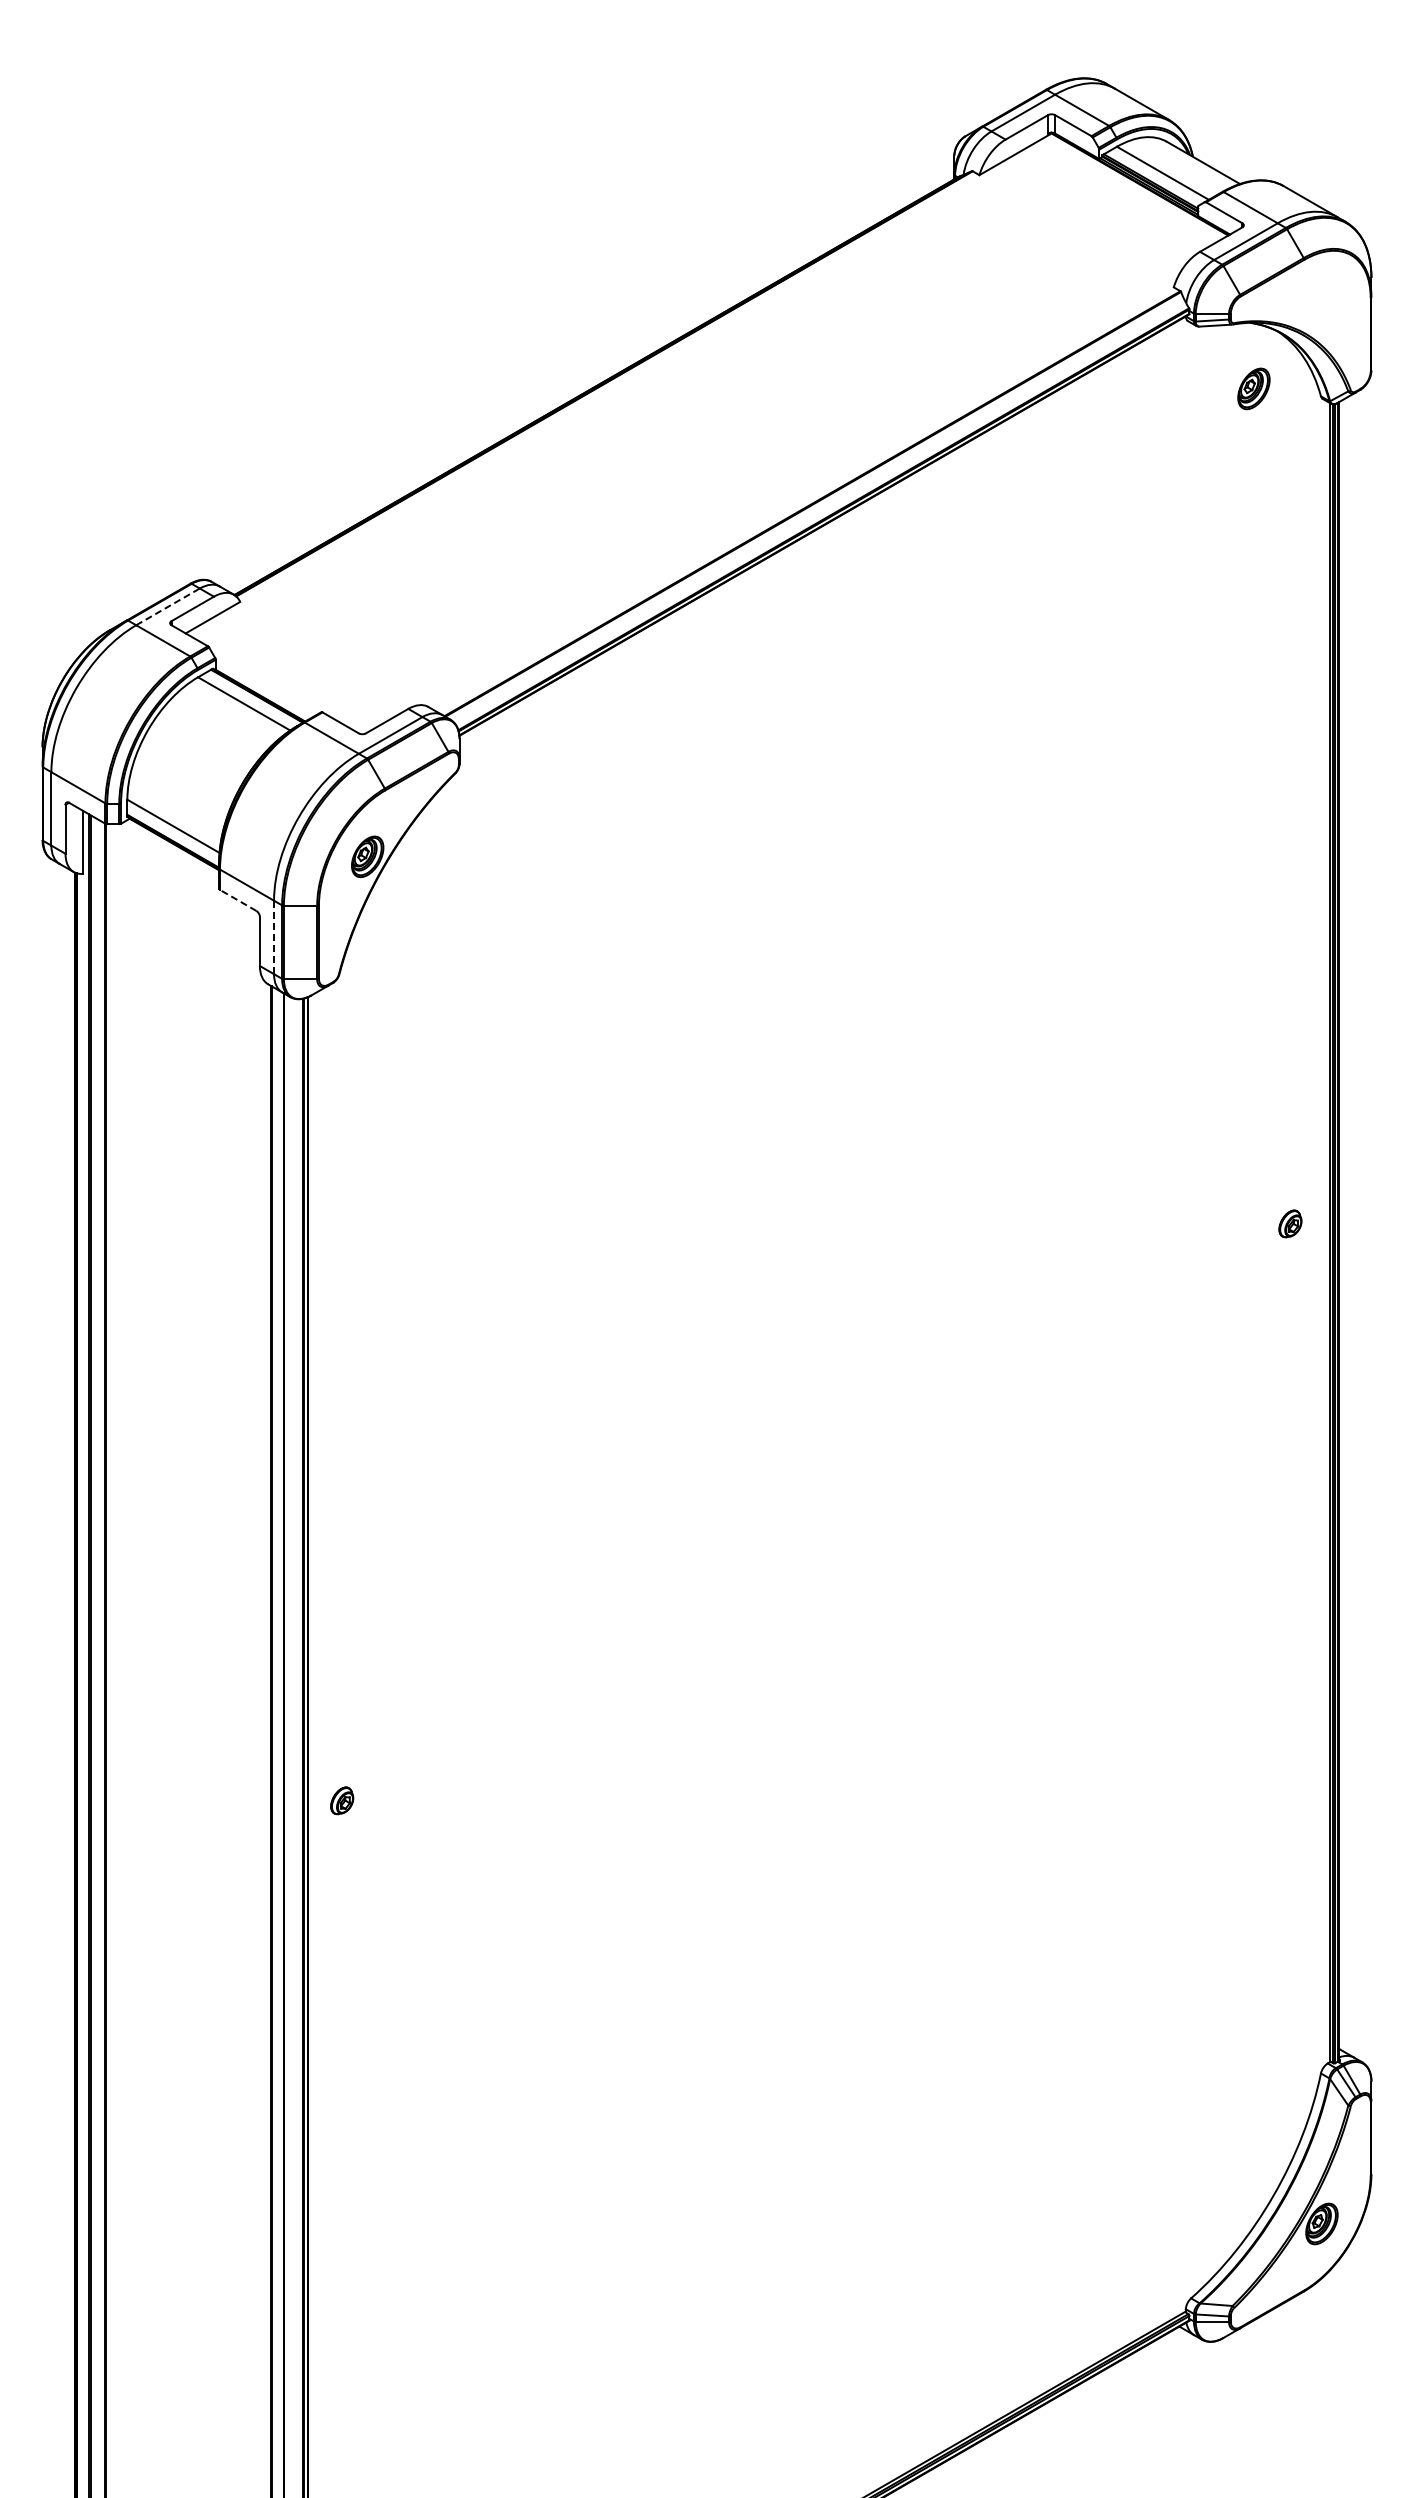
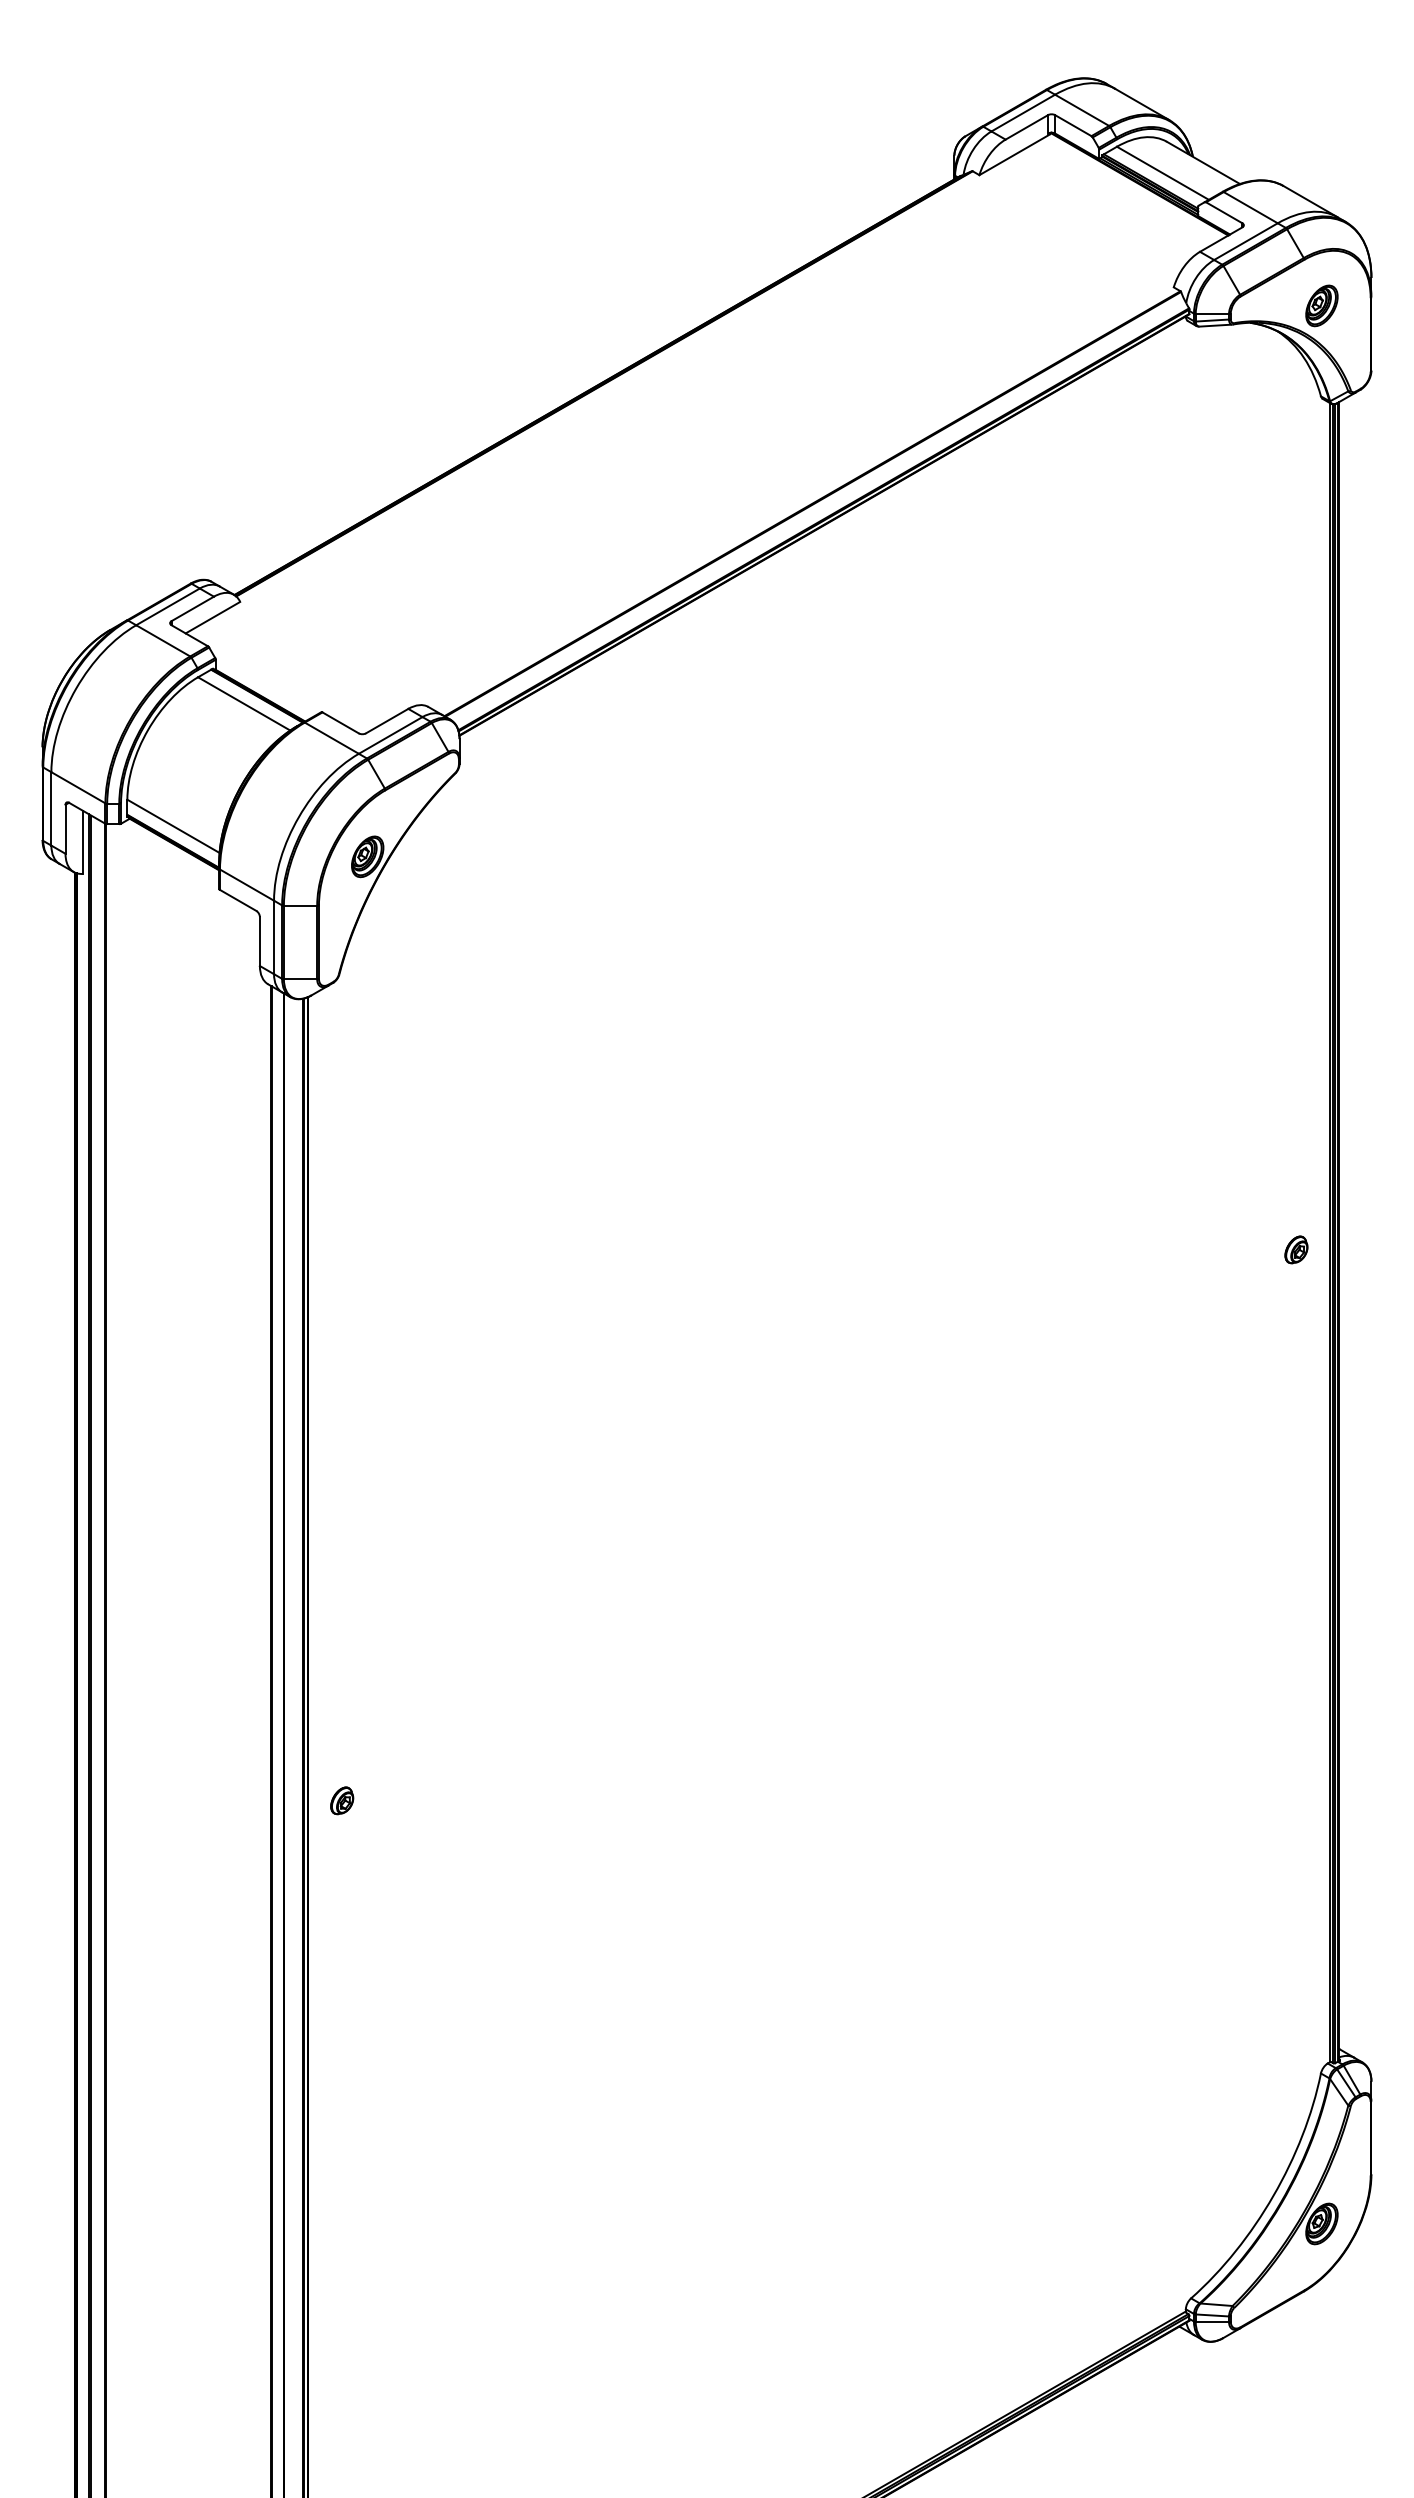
part at (1253, 388) position: (1253, 388) -> (1321, 305)
line at (168, 606): dashed -> solid
line at (237, 900): dashed -> solid
line at (274, 937): dashed -> solid
part at (1290, 1223) position: (1290, 1223) -> (1296, 1249)
